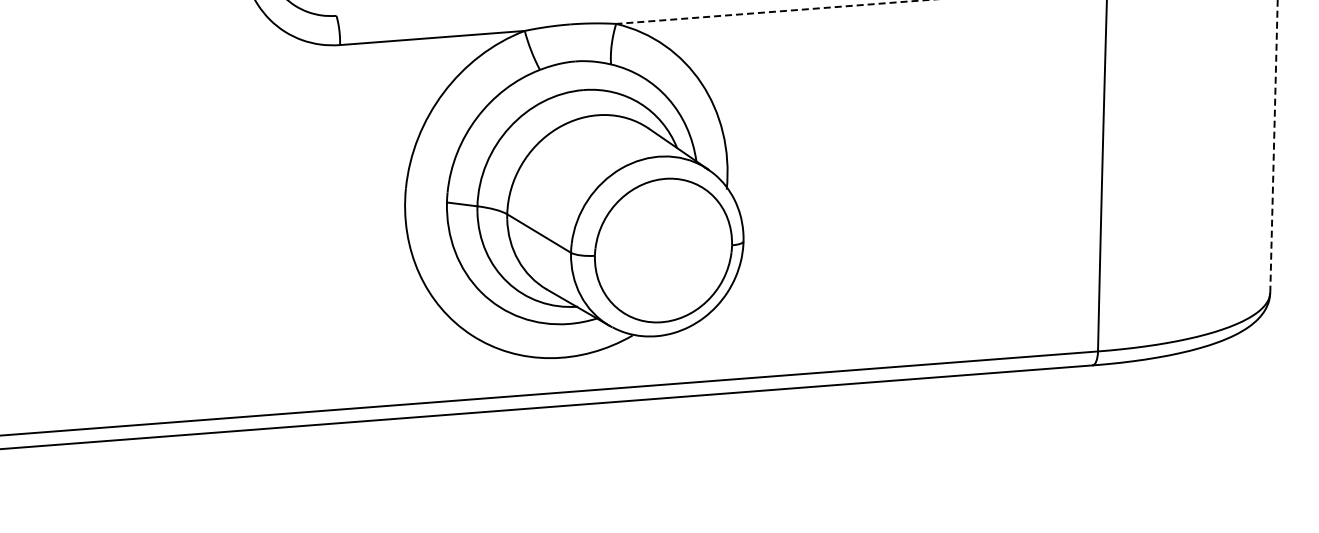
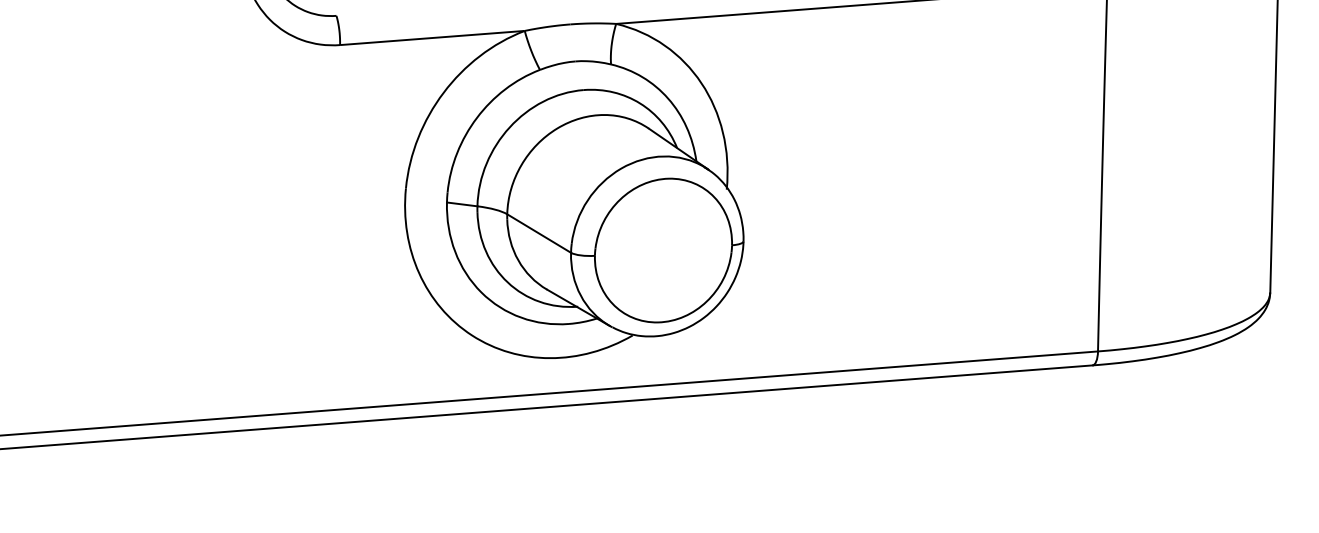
line at (771, 12): dashed -> solid
line at (1274, 146): dashed -> solid
